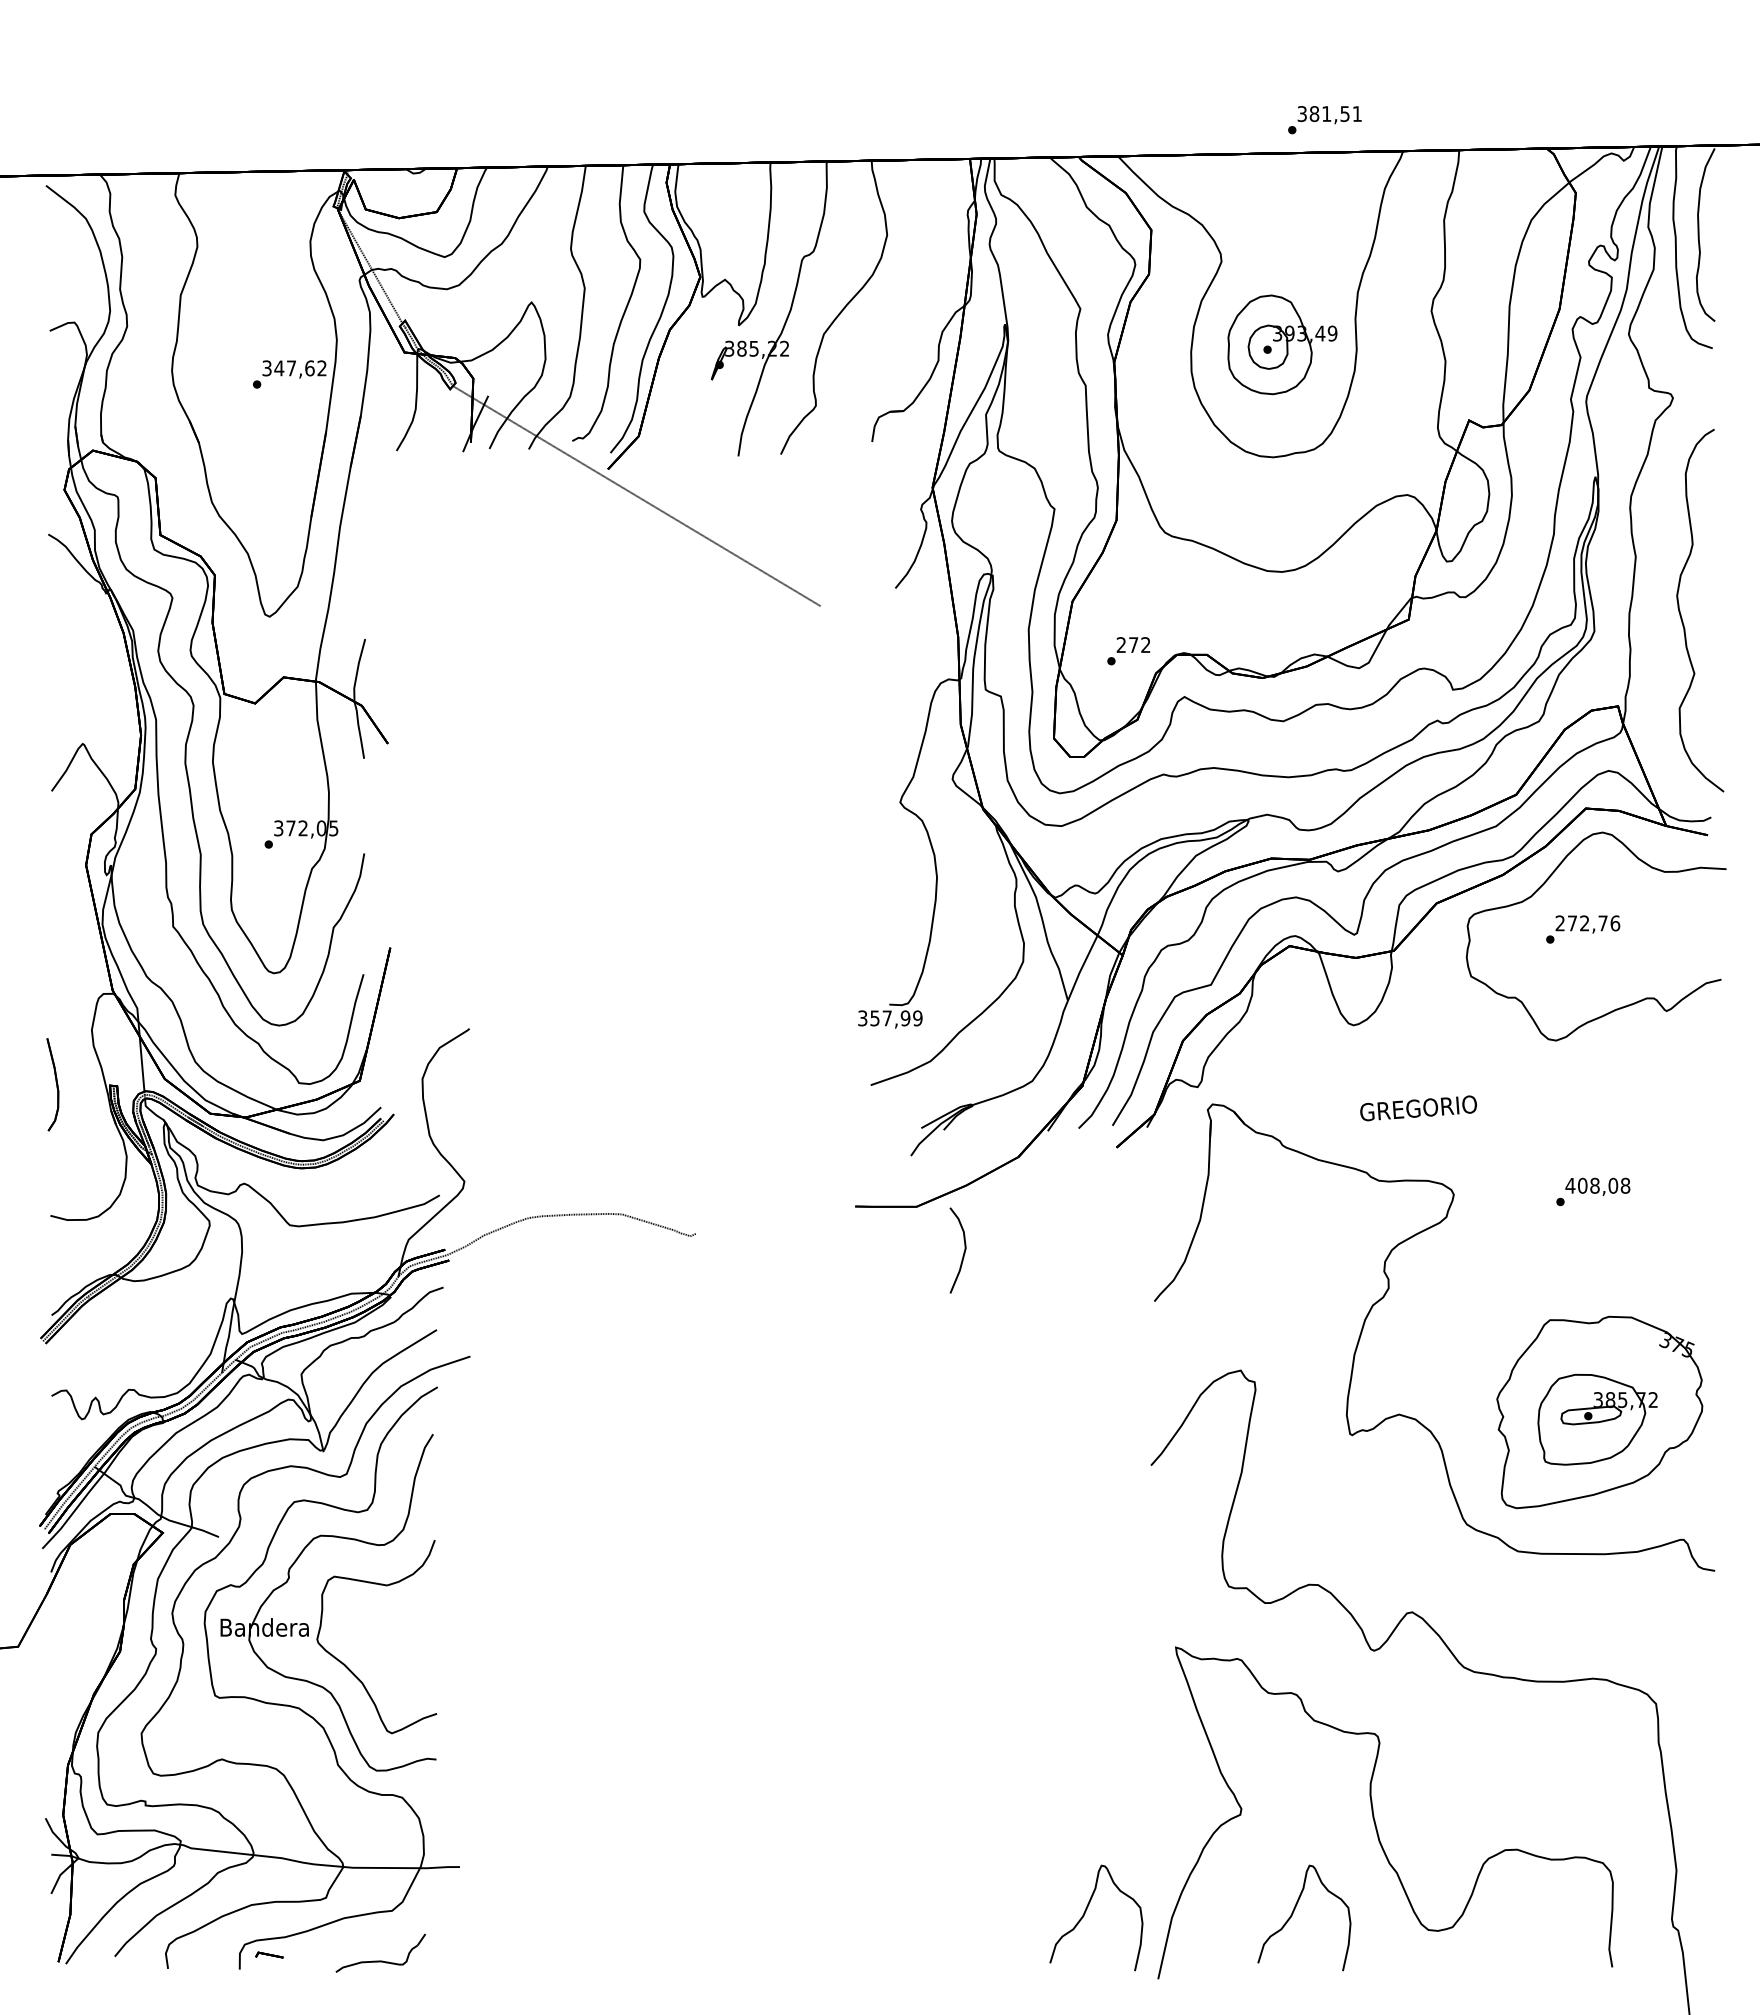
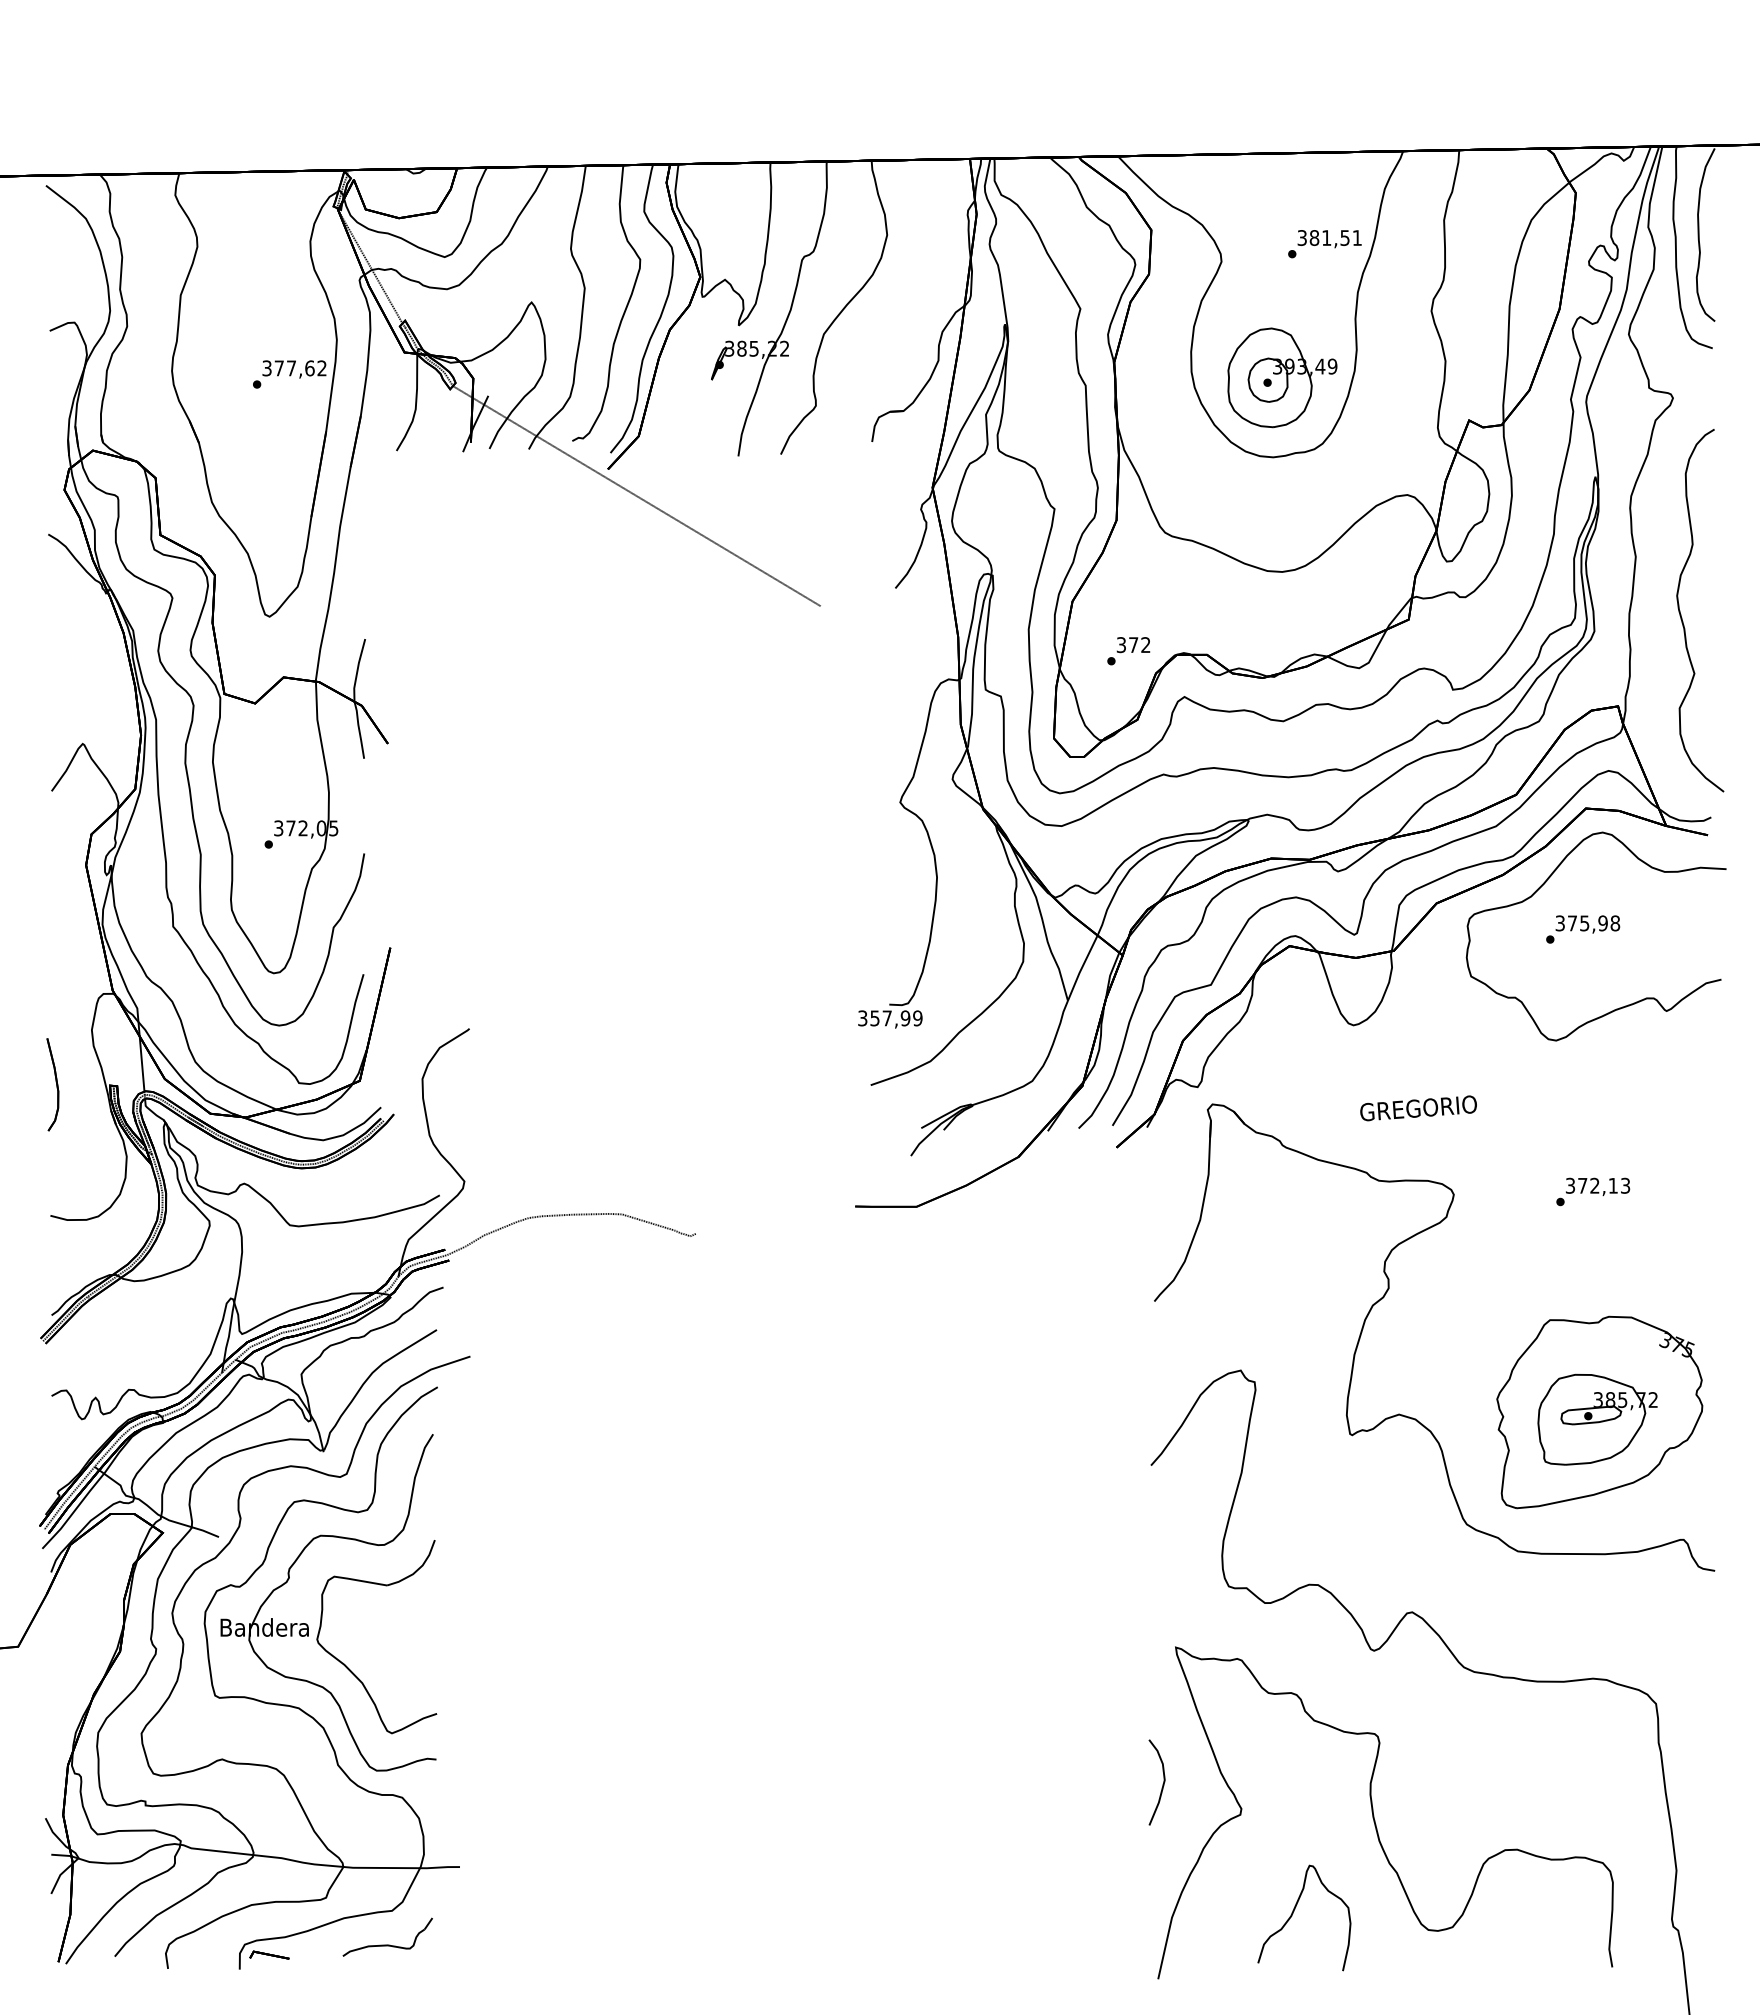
text at (1324, 120) position: (1324, 120) -> (1324, 244)
part at (1282, 344) position: (1282, 344) -> (1282, 377)
text at (279, 368): 347,62 -> 377,62
text at (1120, 645): 272 -> 372
text at (1587, 923): 272,76 -> 375,98
text at (1597, 1185): 408,08 -> 372,13
curve at (963, 1252) position: (963, 1252) -> (1162, 1784)
part at (1086, 1911): present -> none
part at (269, 1954) size: 29x8 px -> 41x10 px
part at (380, 1960) position: (380, 1960) -> (387, 1944)
